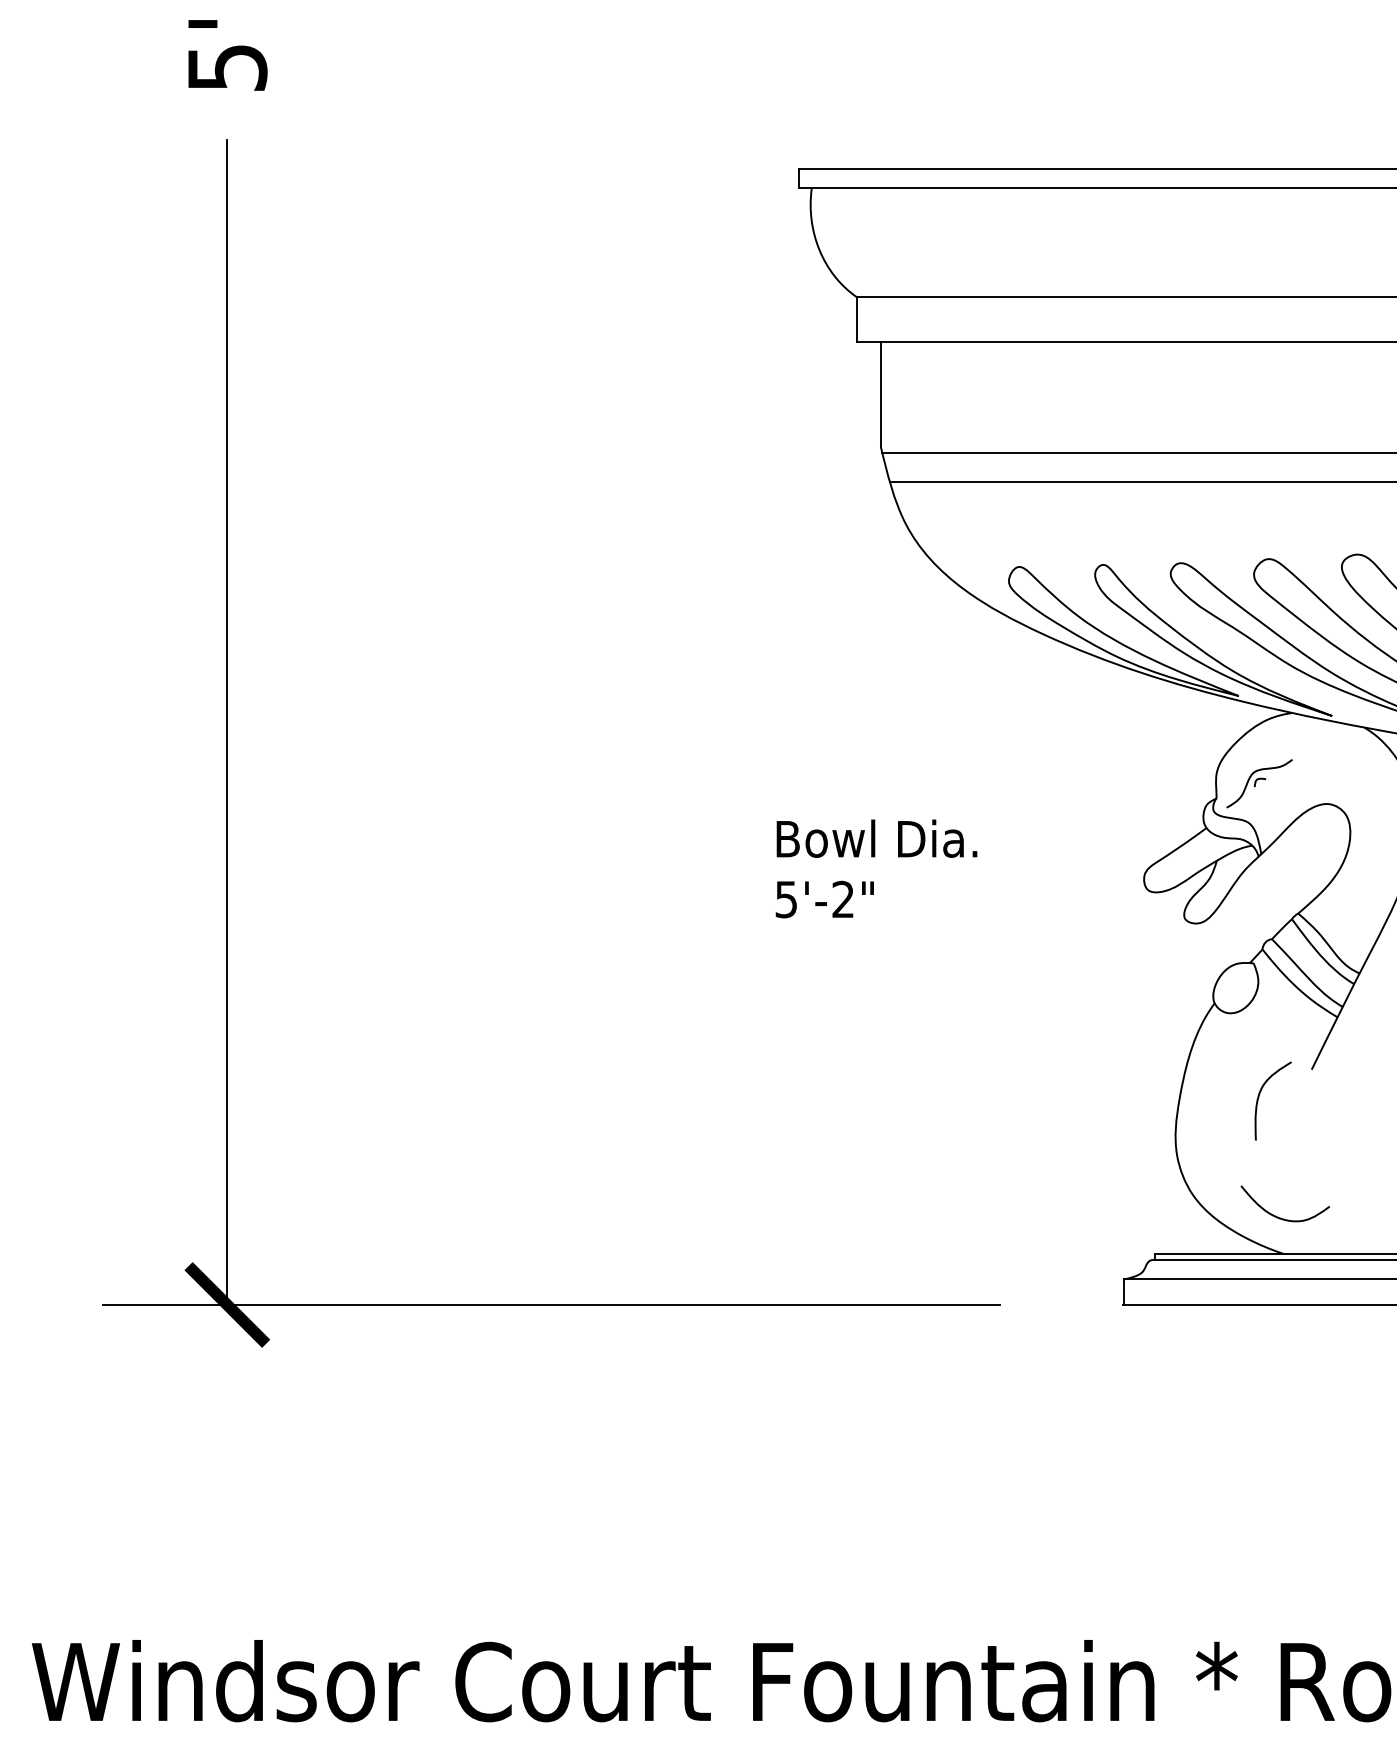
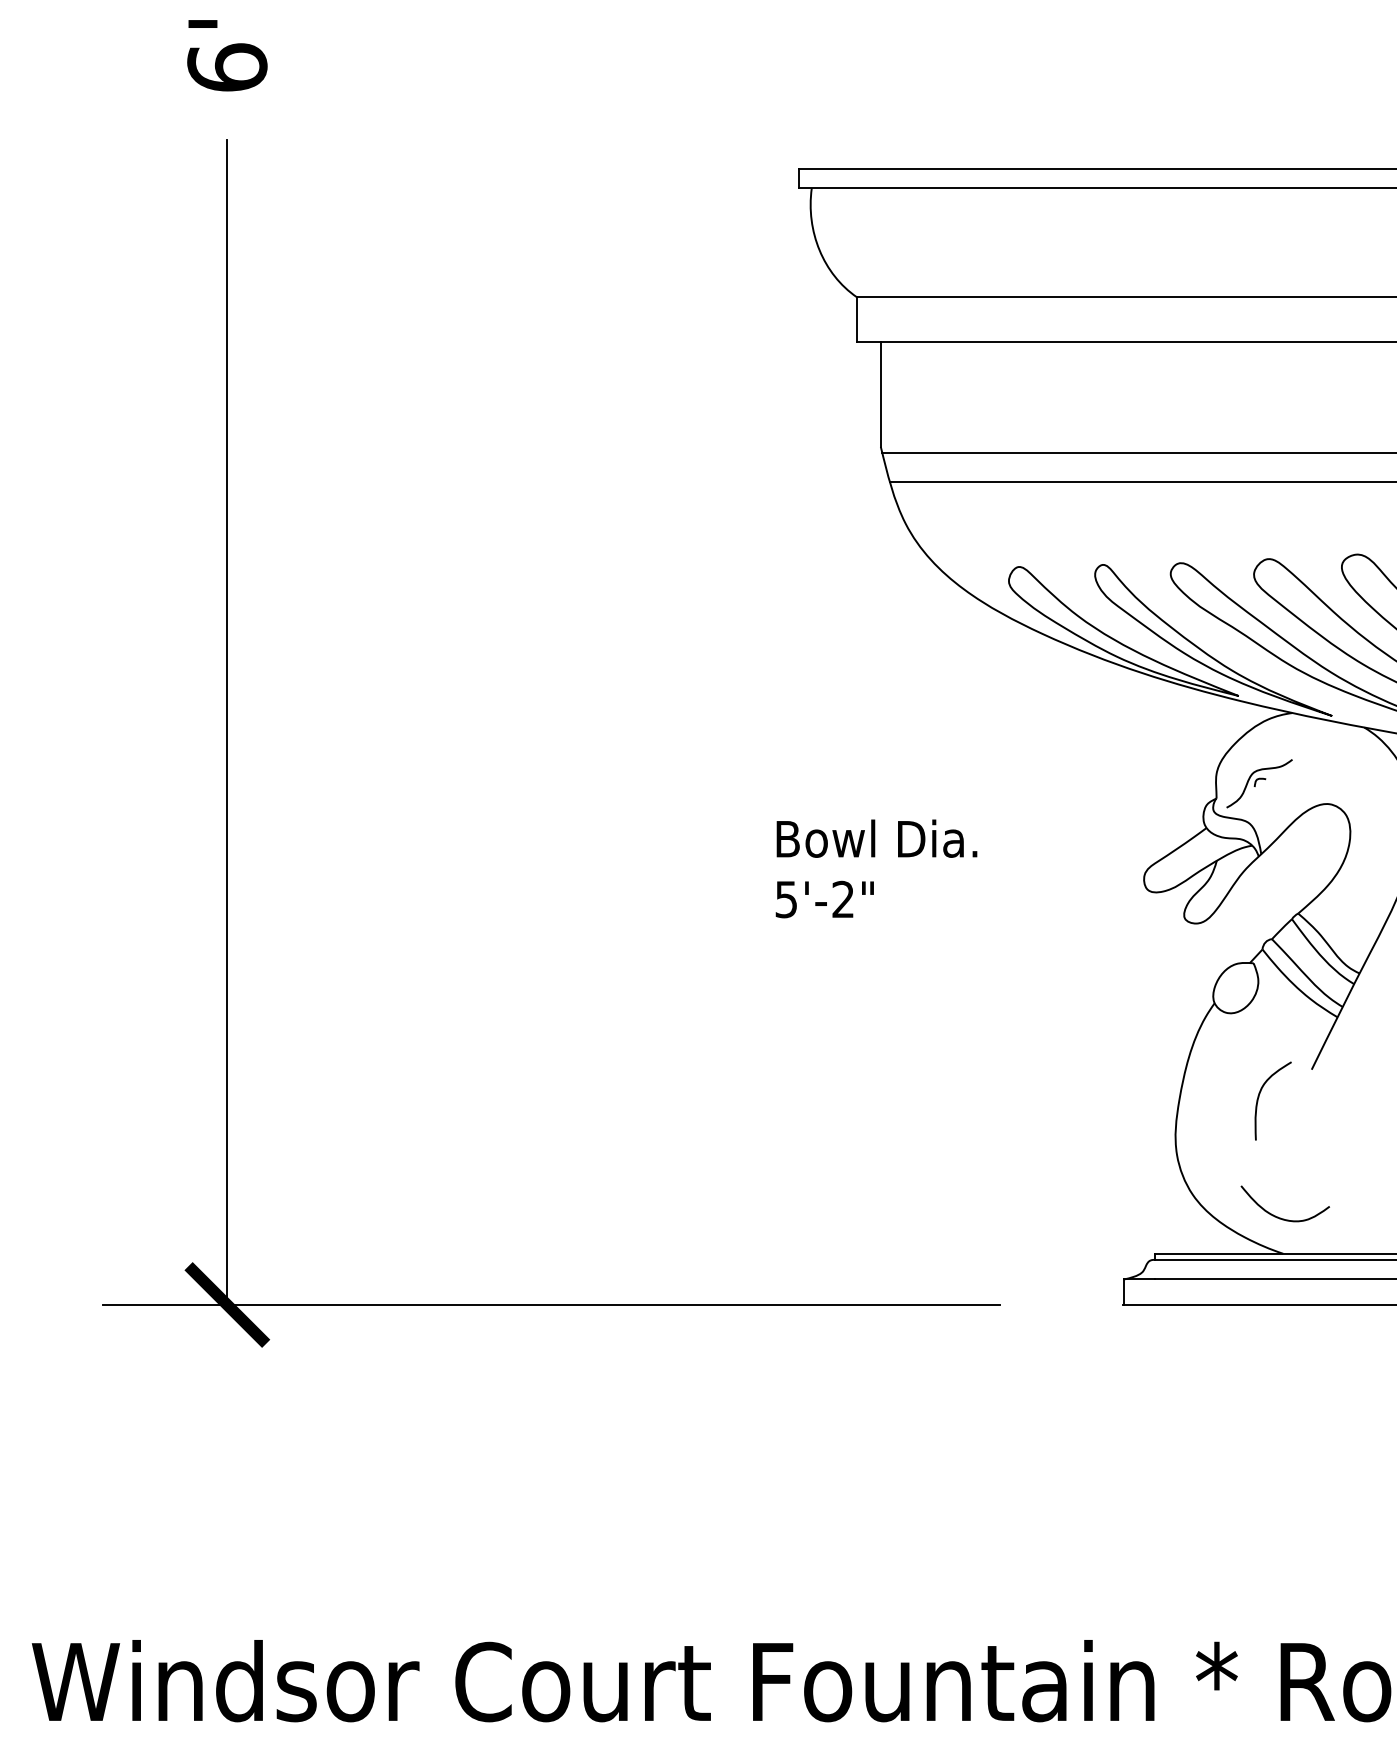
text at (227, 67): 5' -> 6'
